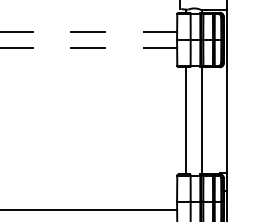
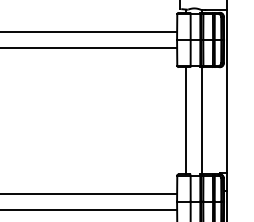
line at (89, 32): dashed -> solid
line at (89, 48): dashed -> solid
line at (89, 193): none -> present
